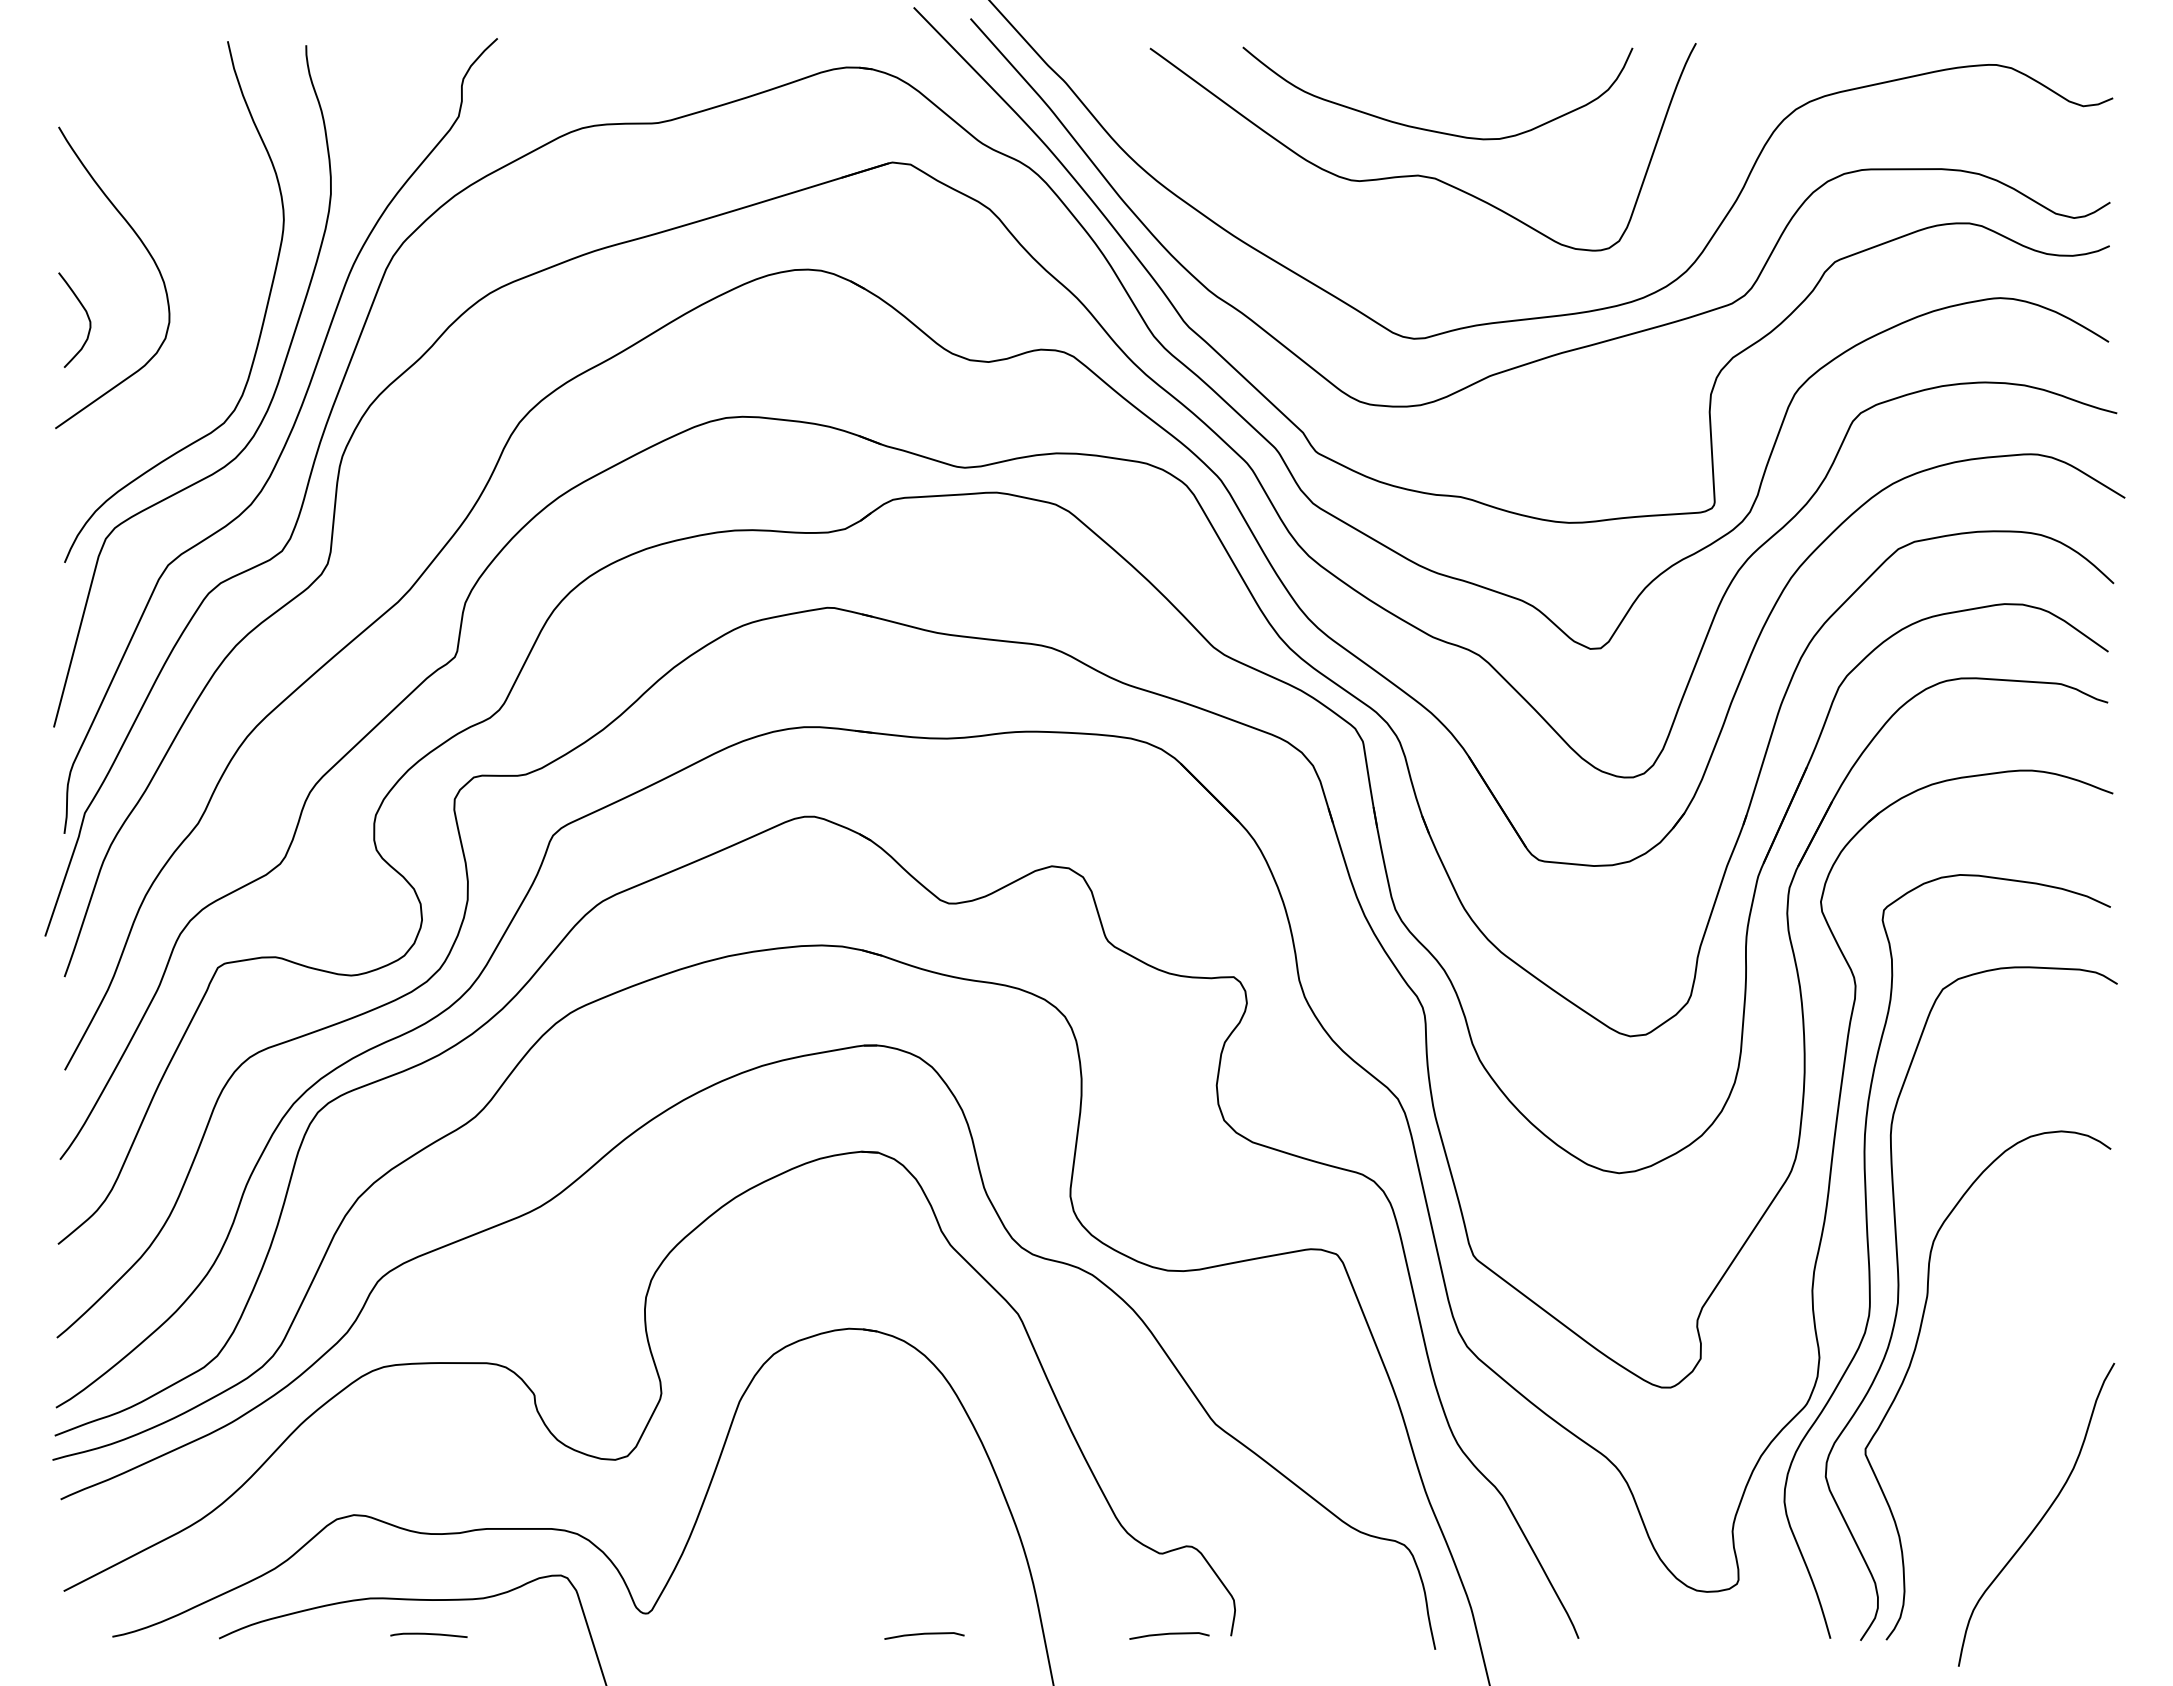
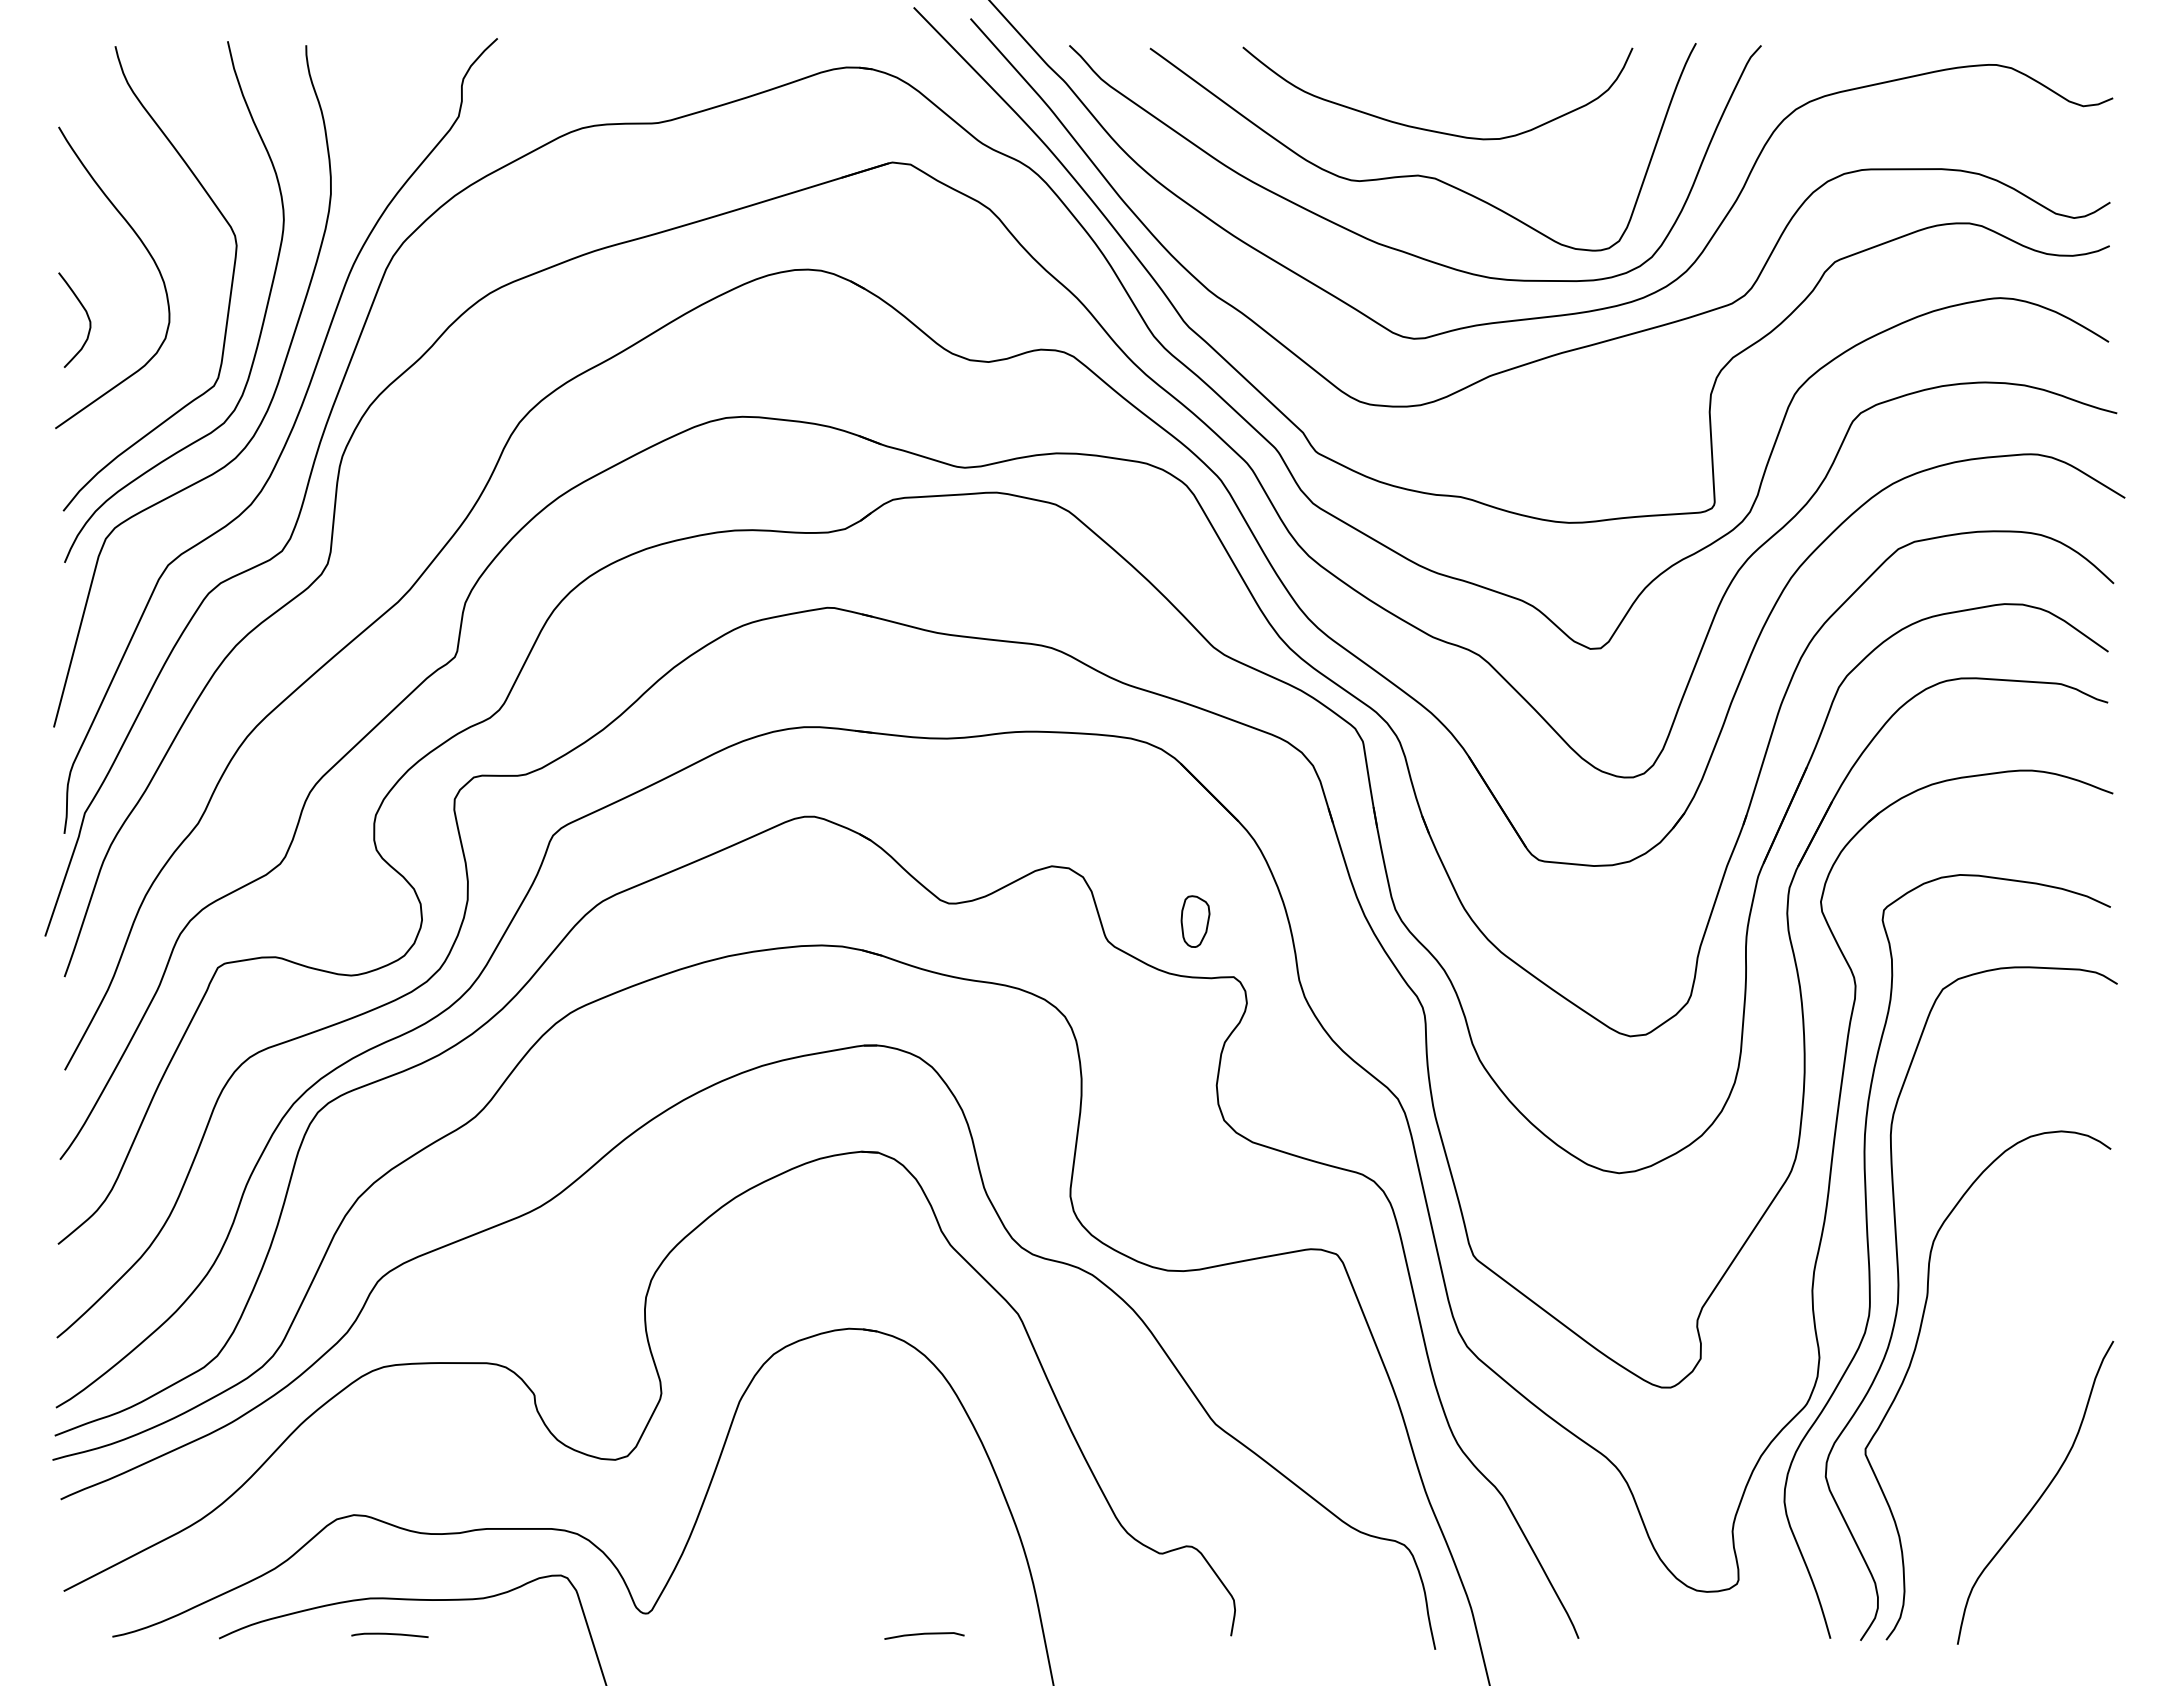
curve at (1387, 245): none -> present
curve at (230, 287): none -> present
part at (1195, 921): none -> present
curve at (2041, 1517) position: (2041, 1517) -> (2040, 1495)
curve at (428, 1634) position: (428, 1634) -> (389, 1634)
line at (1169, 1634): present -> none
